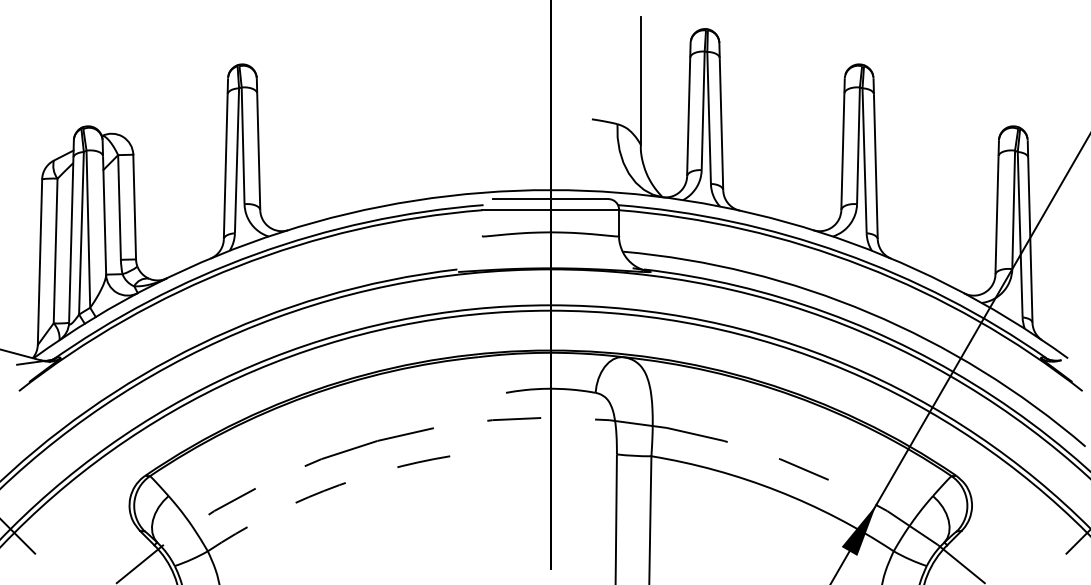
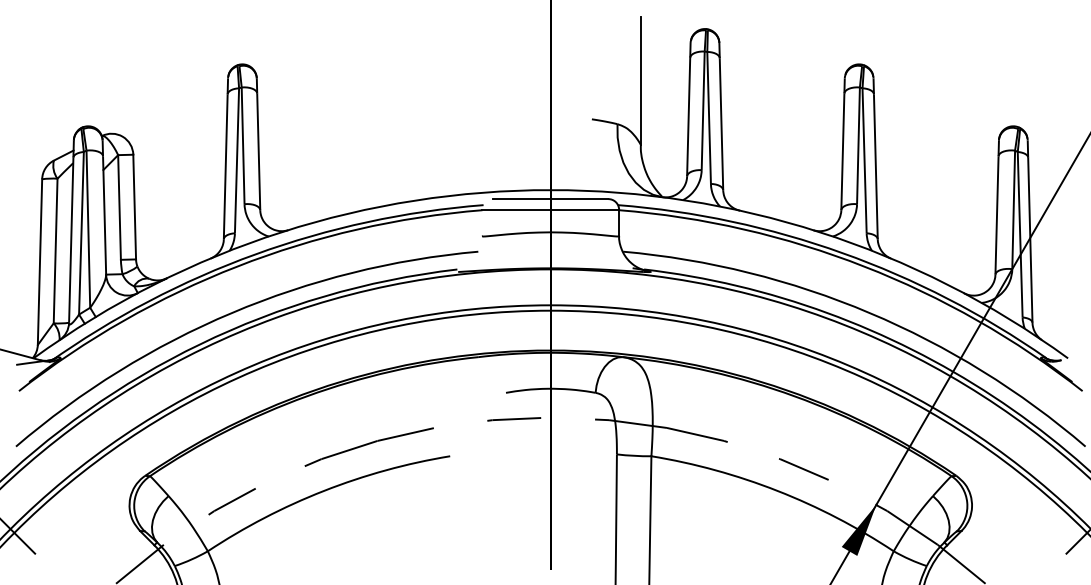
arc at (229, 315): none -> present
arc at (324, 490): dashed -> solid
